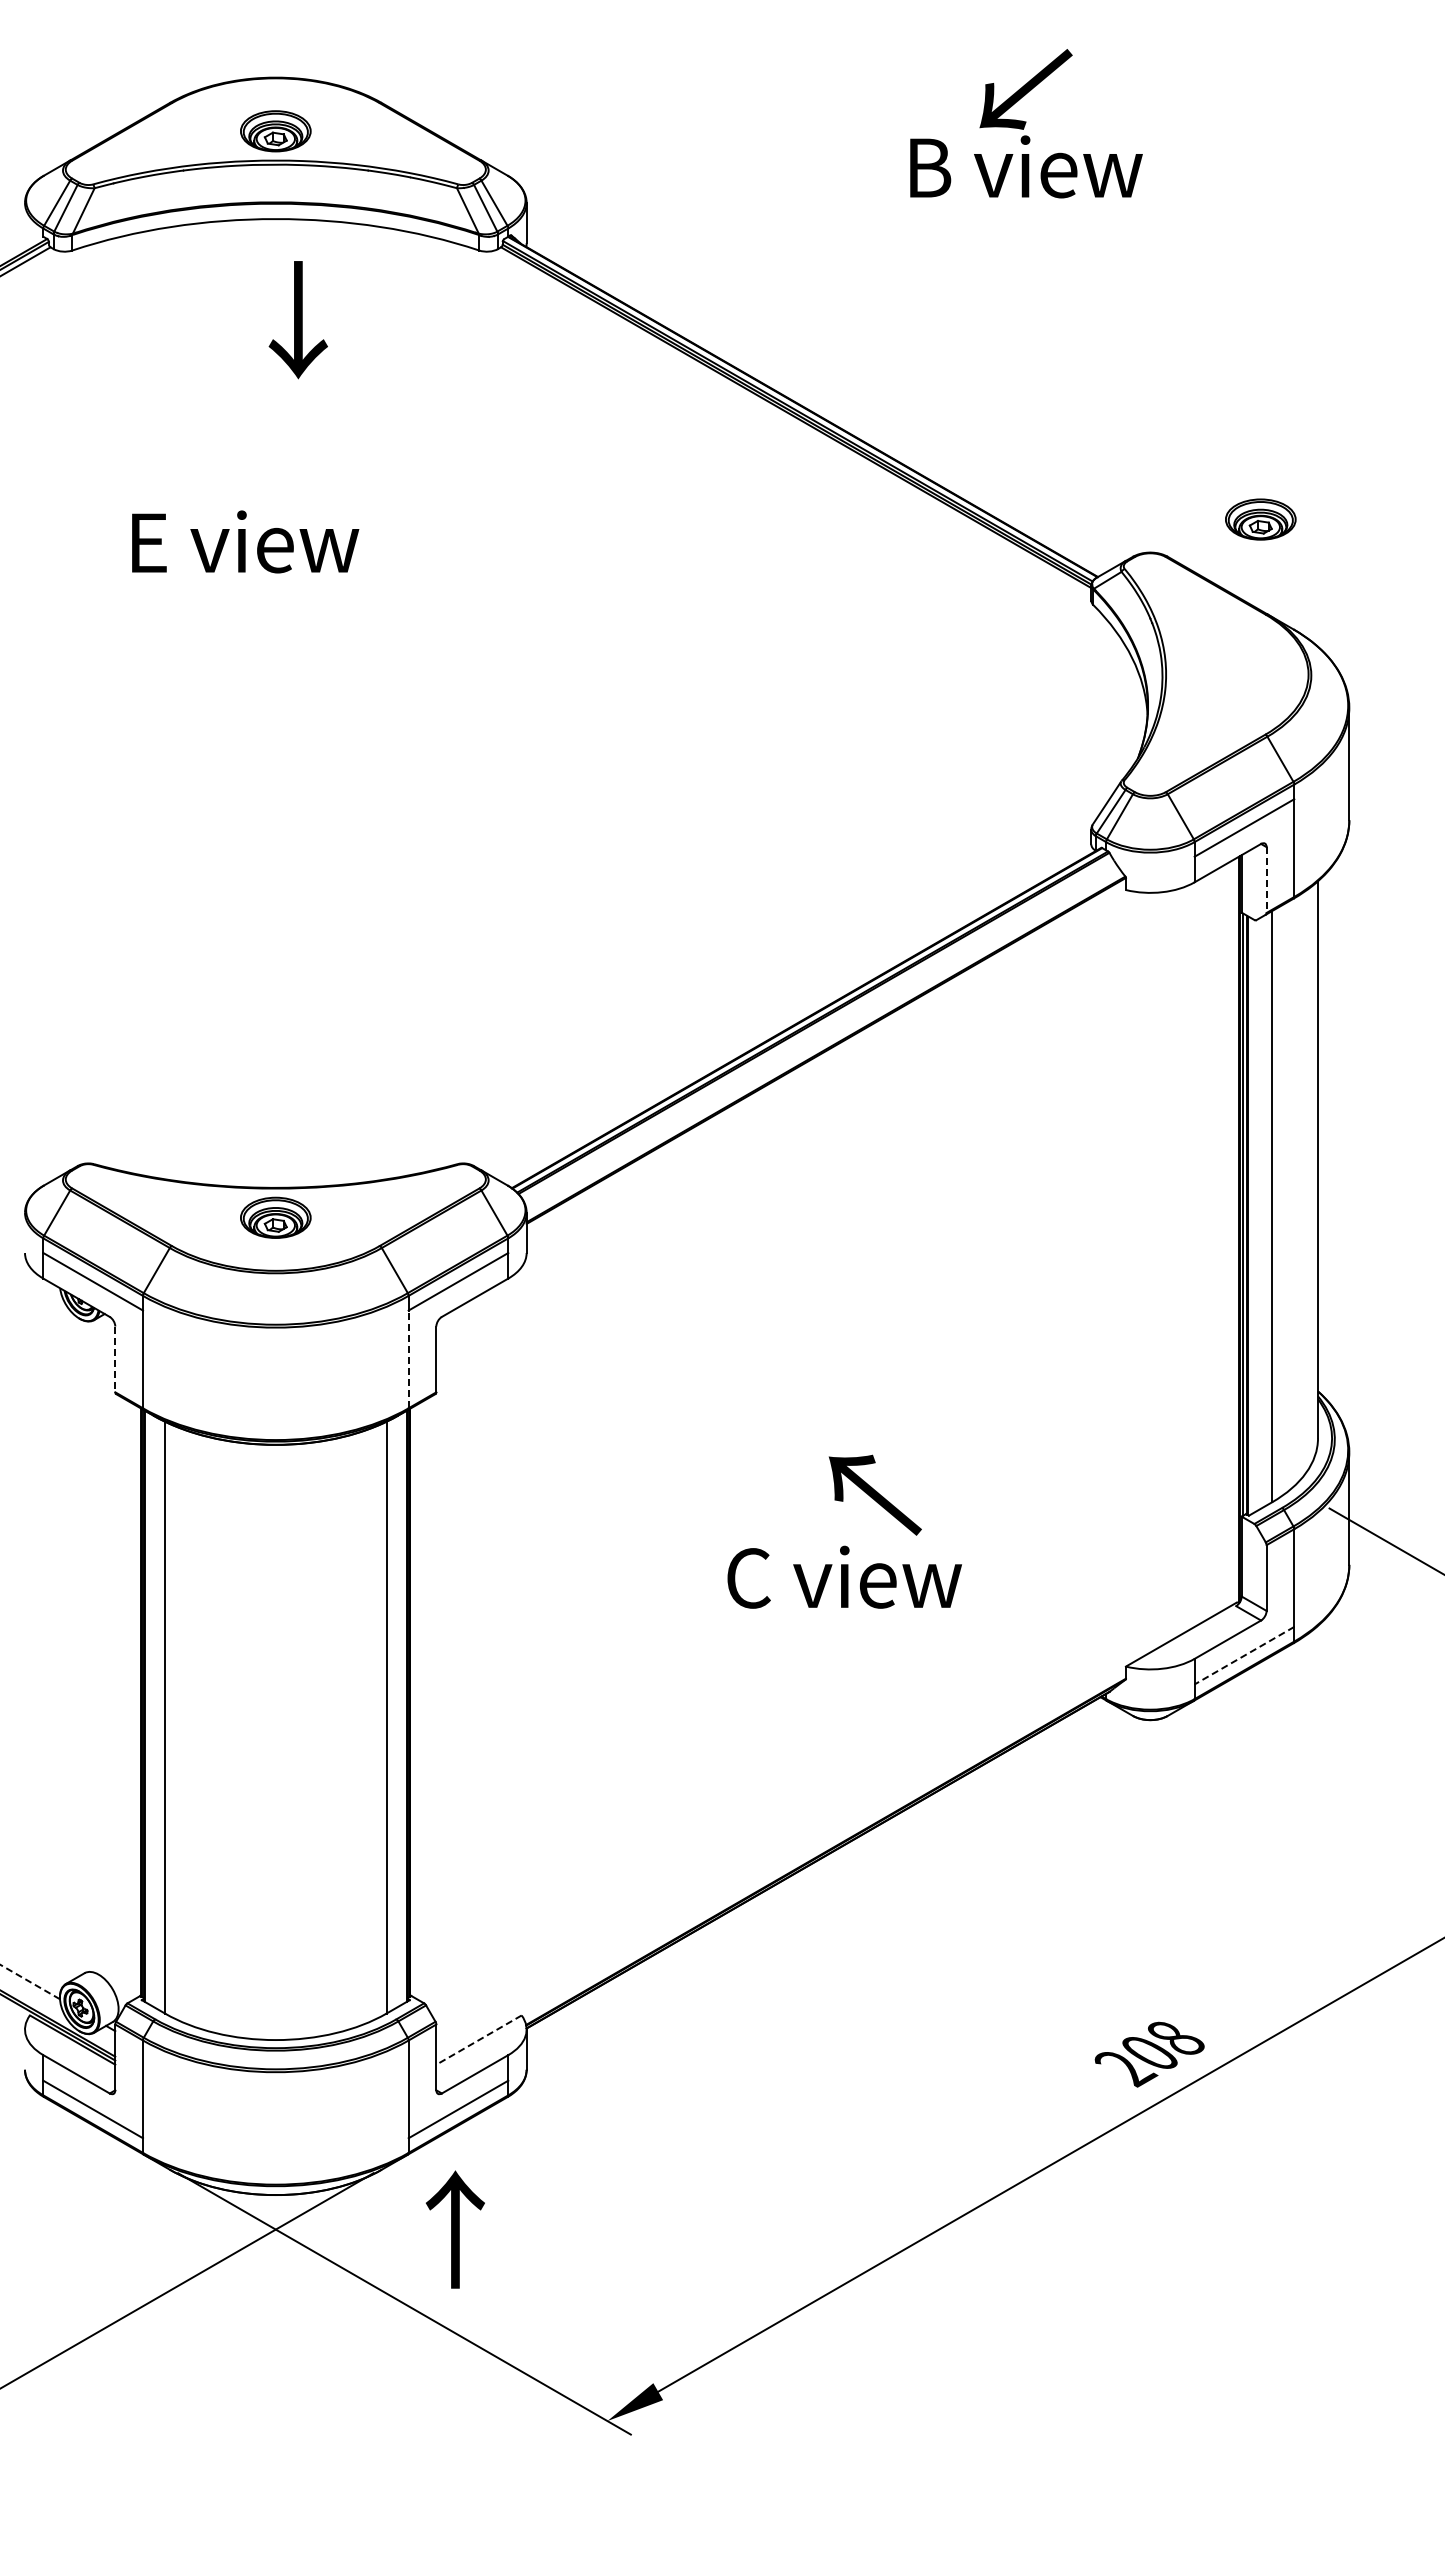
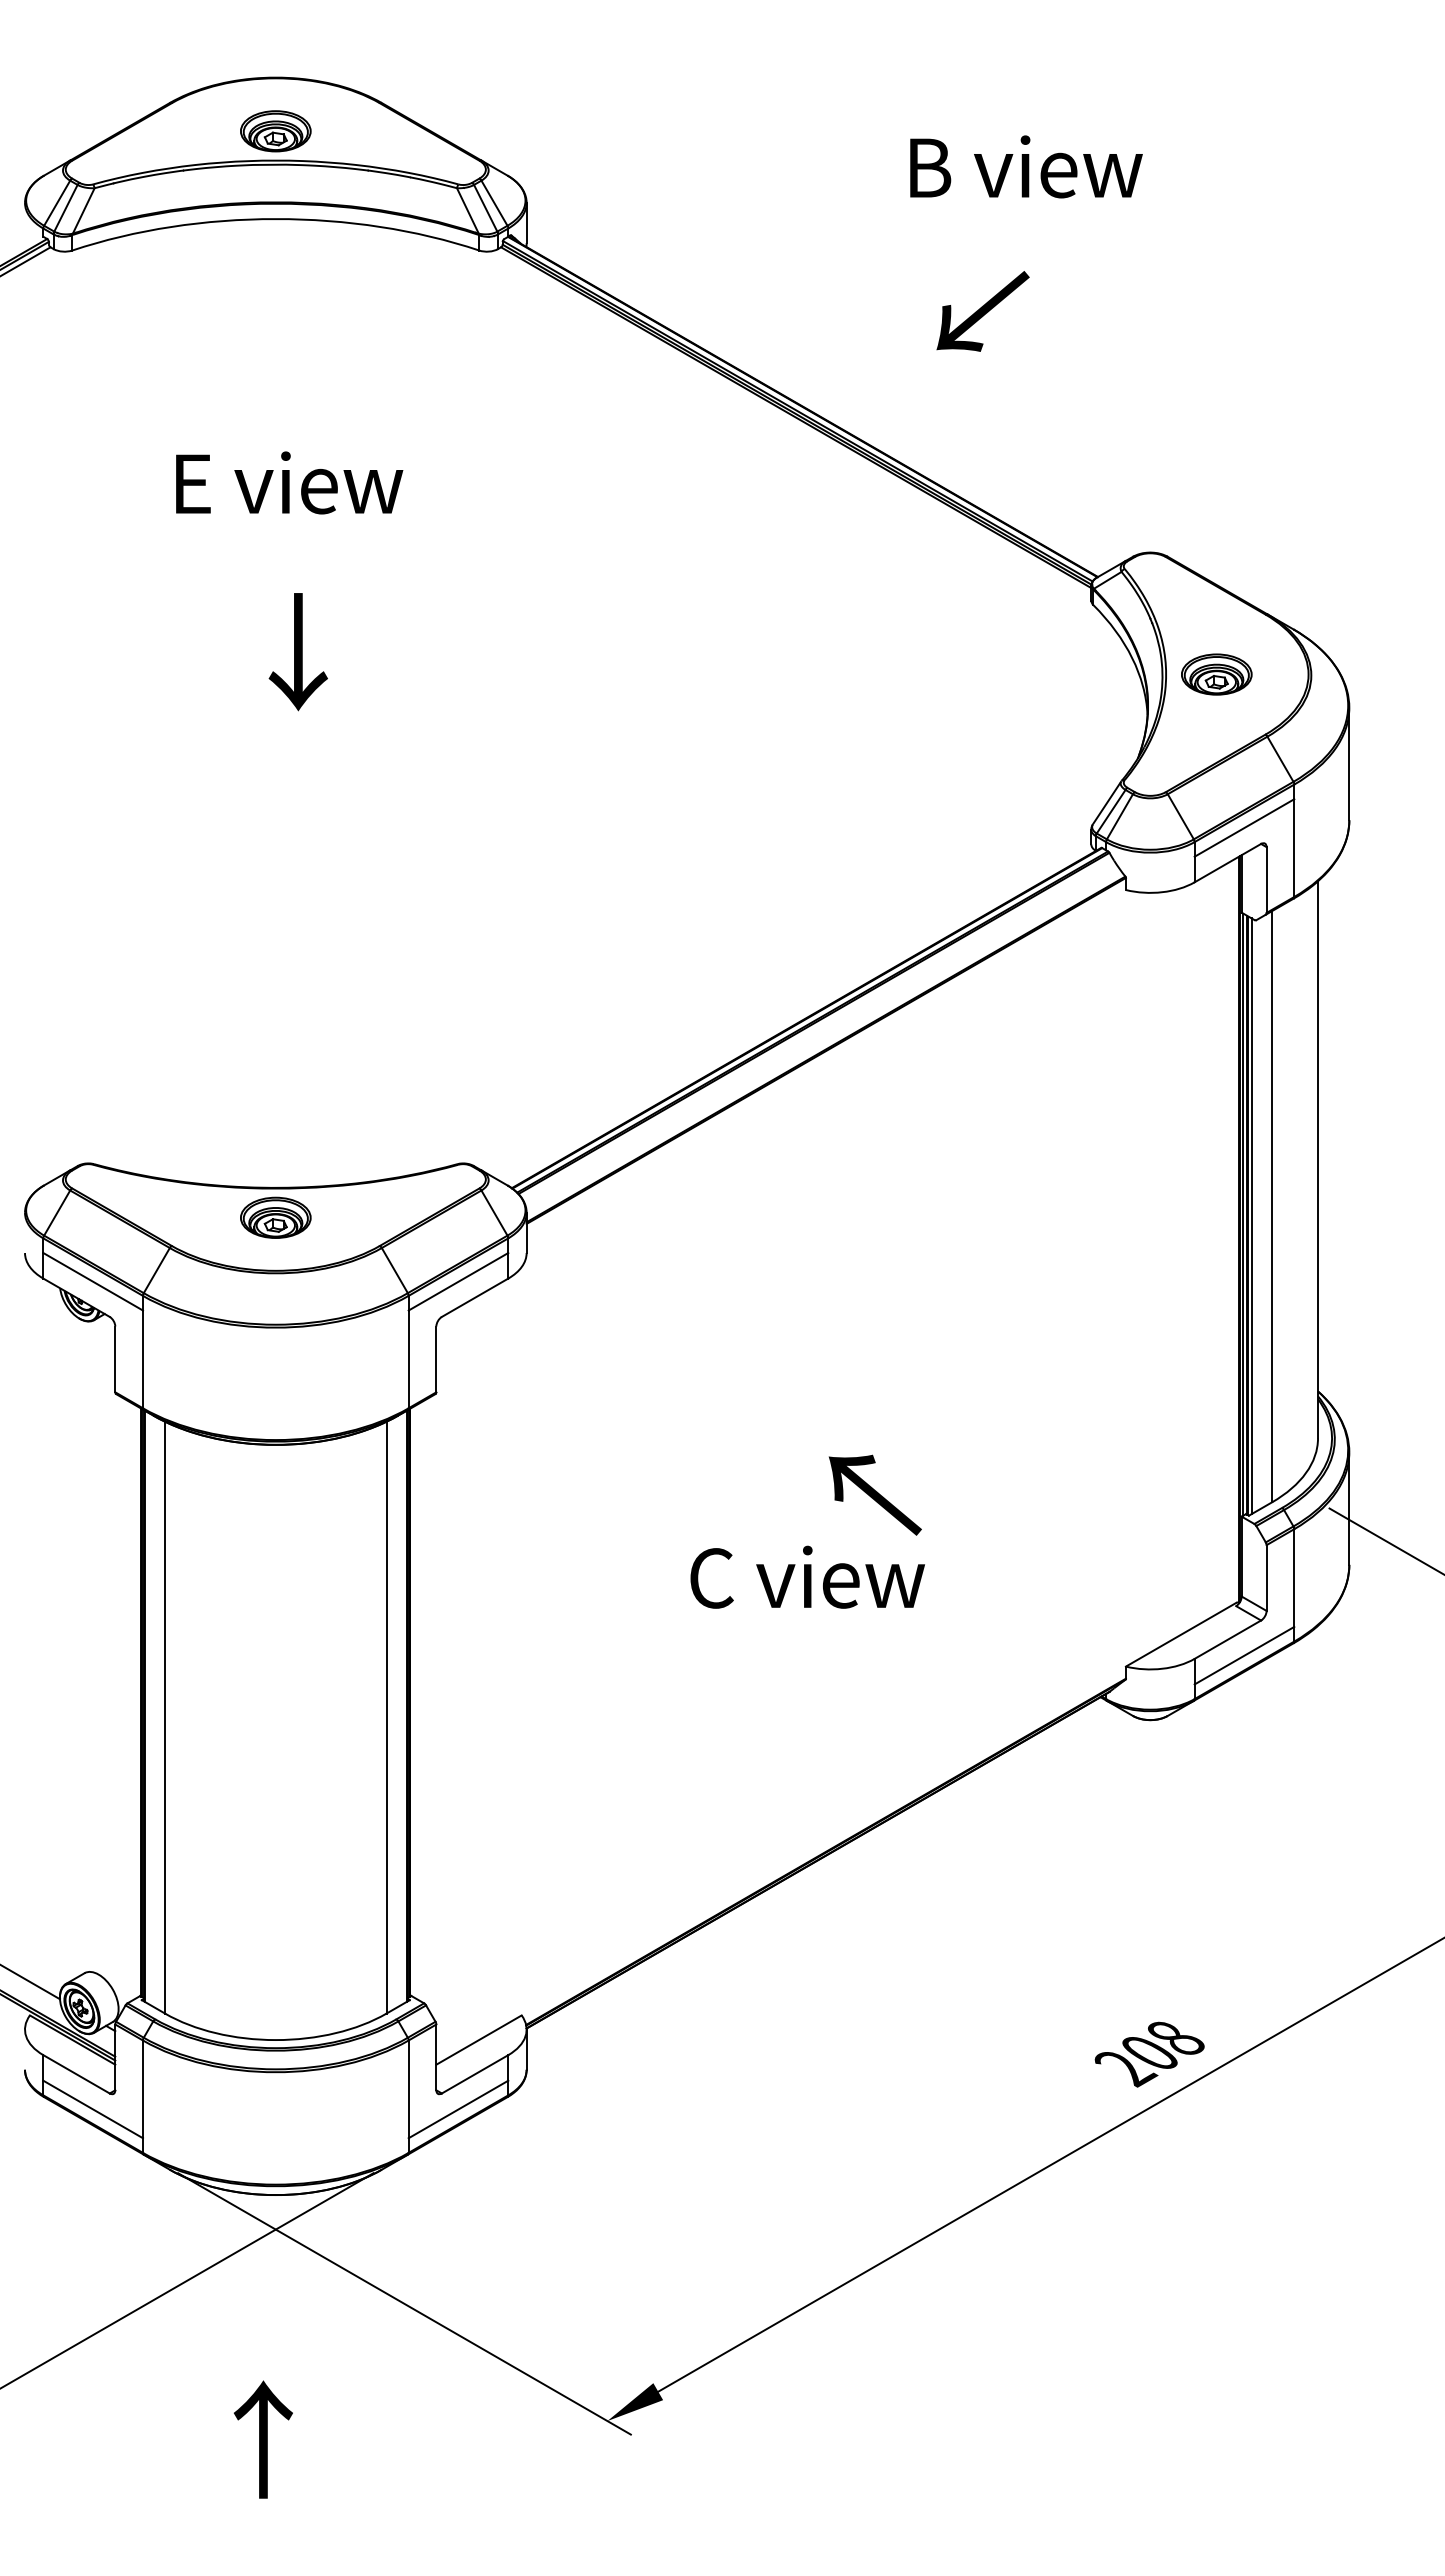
text at (1025, 89) position: (1025, 89) -> (982, 311)
text at (297, 320) position: (297, 320) -> (297, 652)
part at (1260, 519) position: (1260, 519) -> (1216, 674)
text at (245, 541) position: (245, 541) -> (289, 482)
line at (1266, 880): dashed -> solid
line at (1251, 1216): none -> present
line at (115, 1359): dashed -> solid
line at (408, 1359): dashed -> solid
text at (844, 1576) position: (844, 1576) -> (807, 1576)
line at (1244, 1655): dashed -> solid
line at (29, 1981): dashed -> solid
line at (478, 2040): dashed -> solid
text at (454, 2229) position: (454, 2229) -> (262, 2439)
